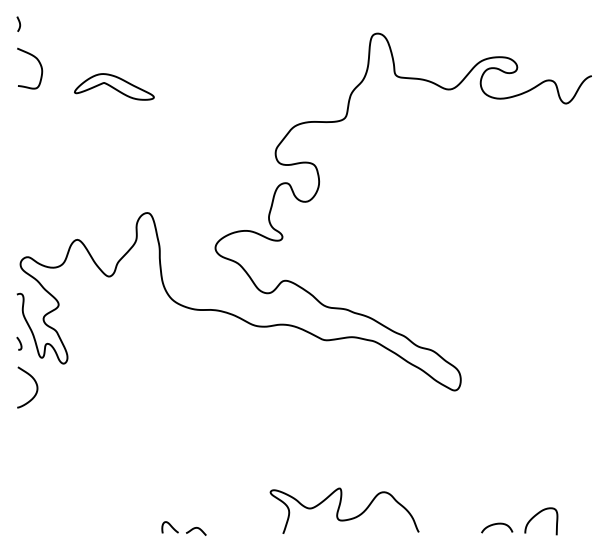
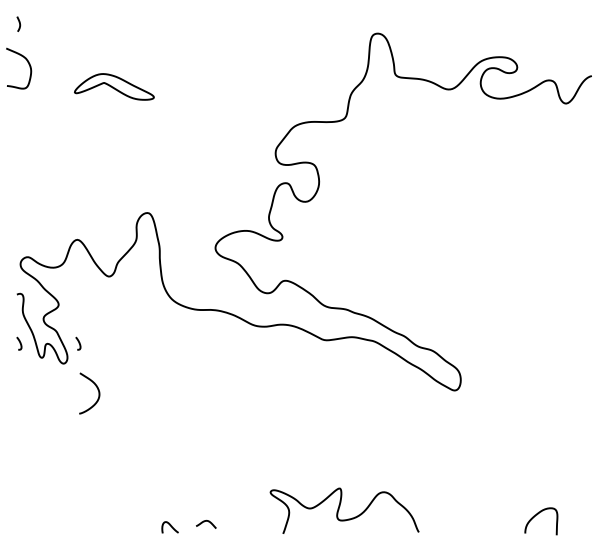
curve at (39, 64) position: (39, 64) -> (28, 64)
curve at (78, 343): none -> present
curve at (35, 384) position: (35, 384) -> (97, 390)
curve at (497, 524): present -> none
curve at (196, 528) position: (196, 528) -> (206, 521)
